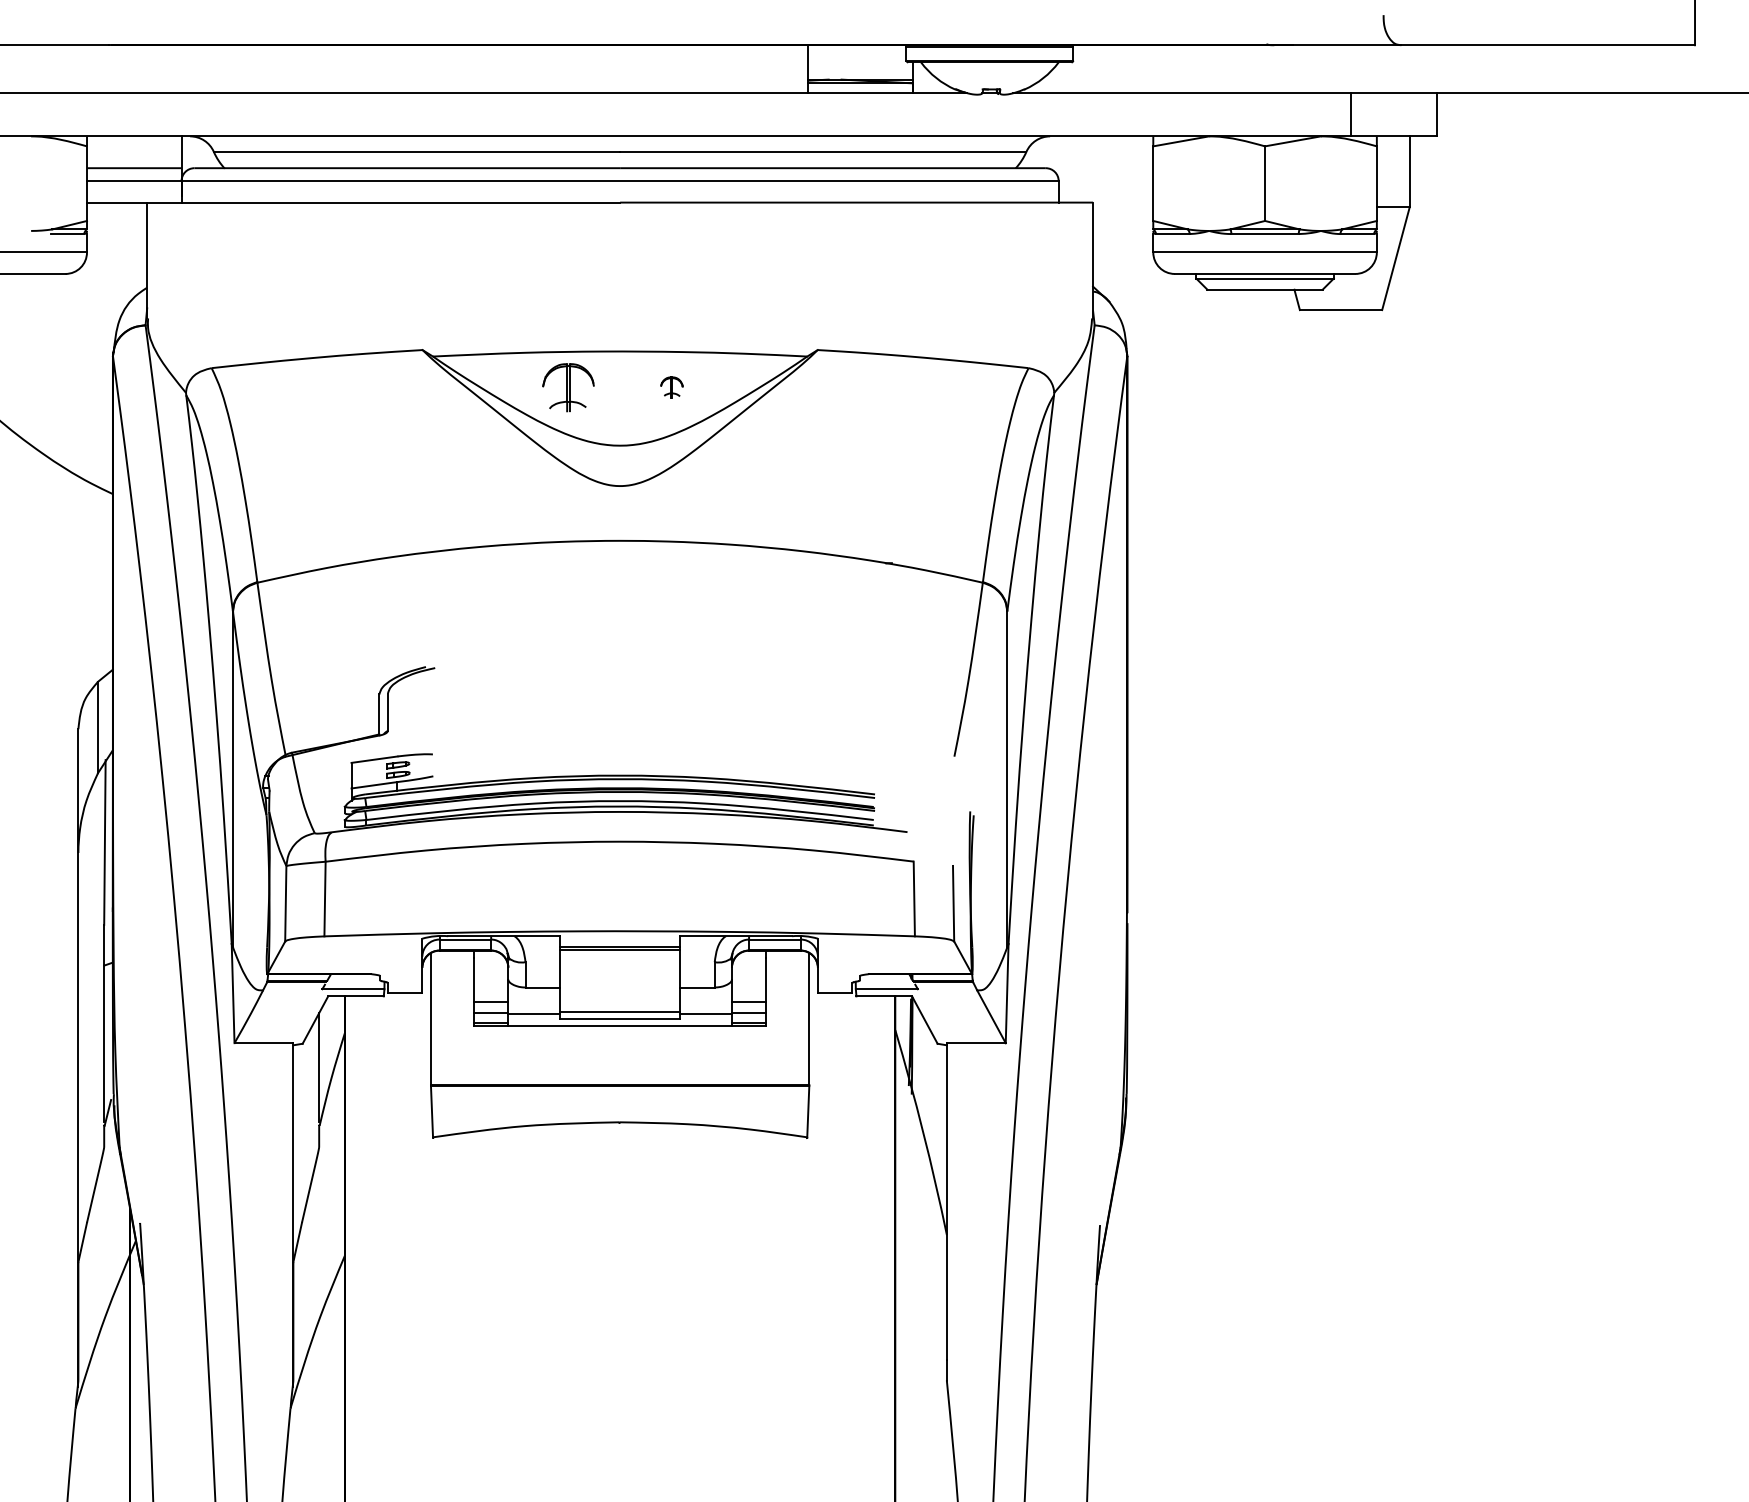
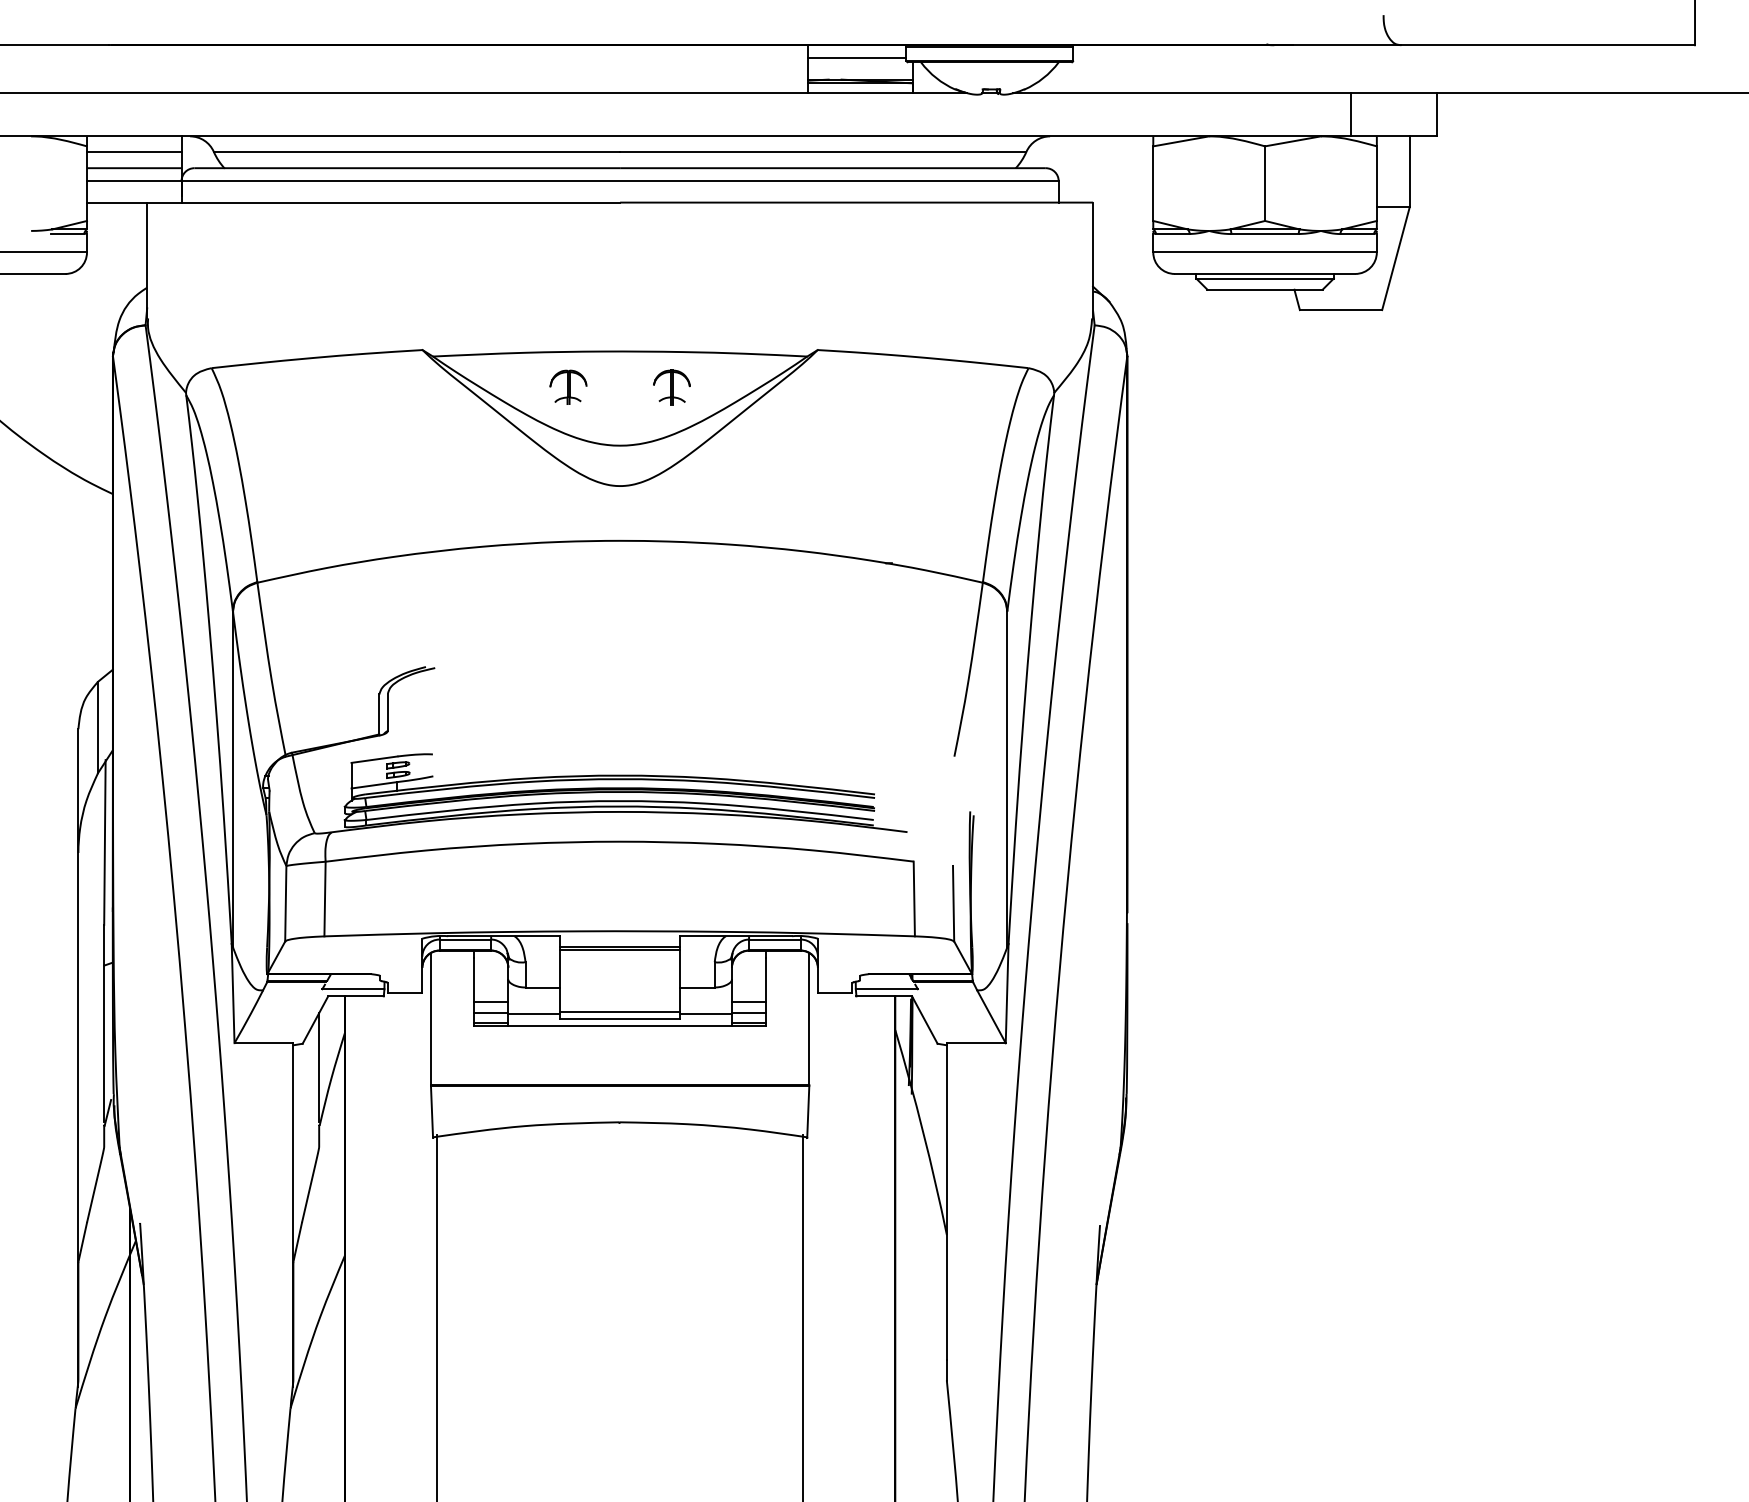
line at (857, 58): none -> present
line at (134, 151): none -> present
part at (568, 387) size: 53x50 px -> 39x36 px
part at (671, 387) size: 24x23 px -> 38x37 px
line at (436, 1316): none -> present
line at (803, 1316): none -> present
